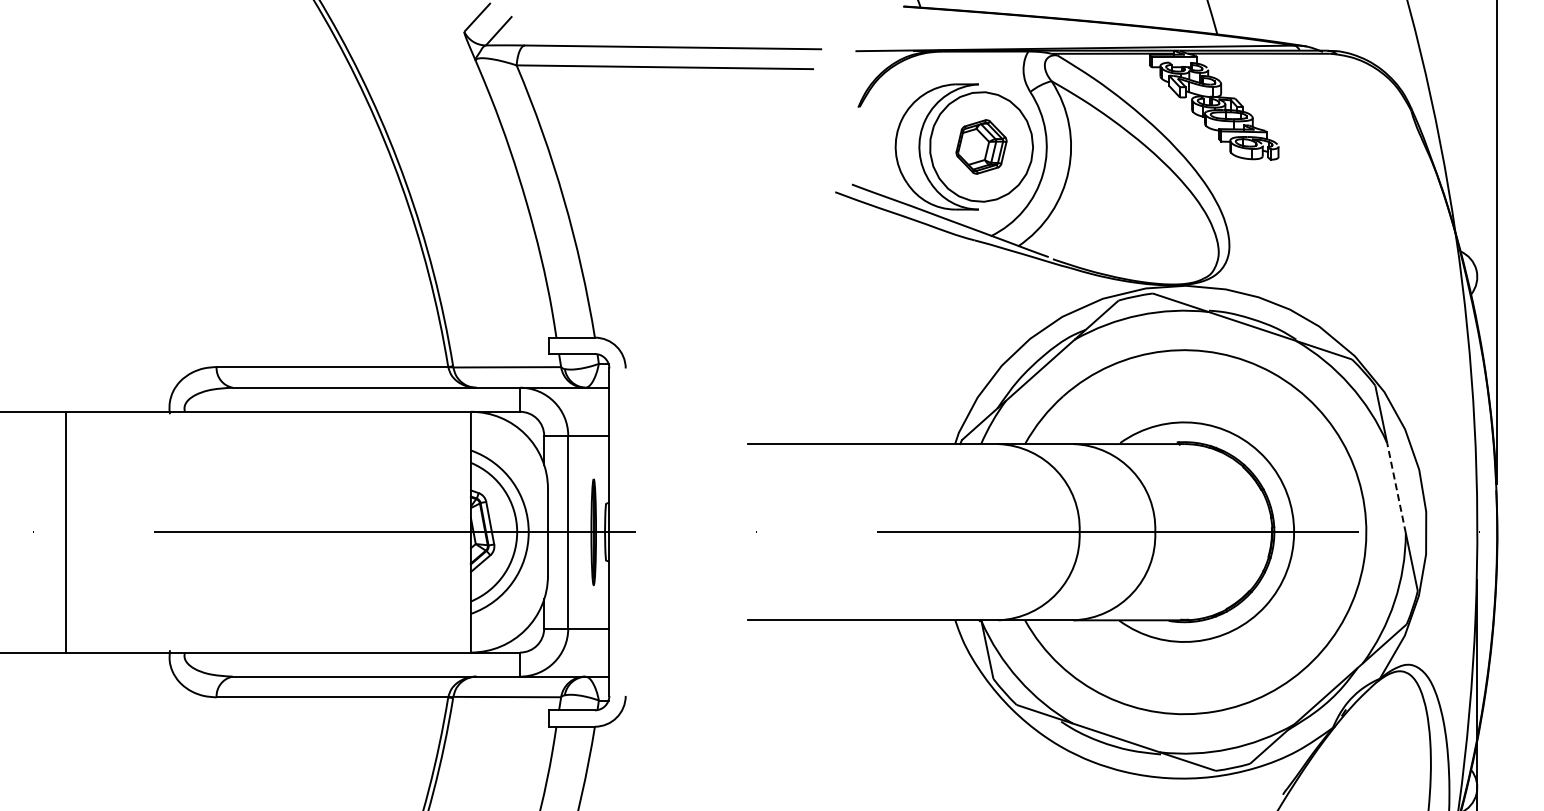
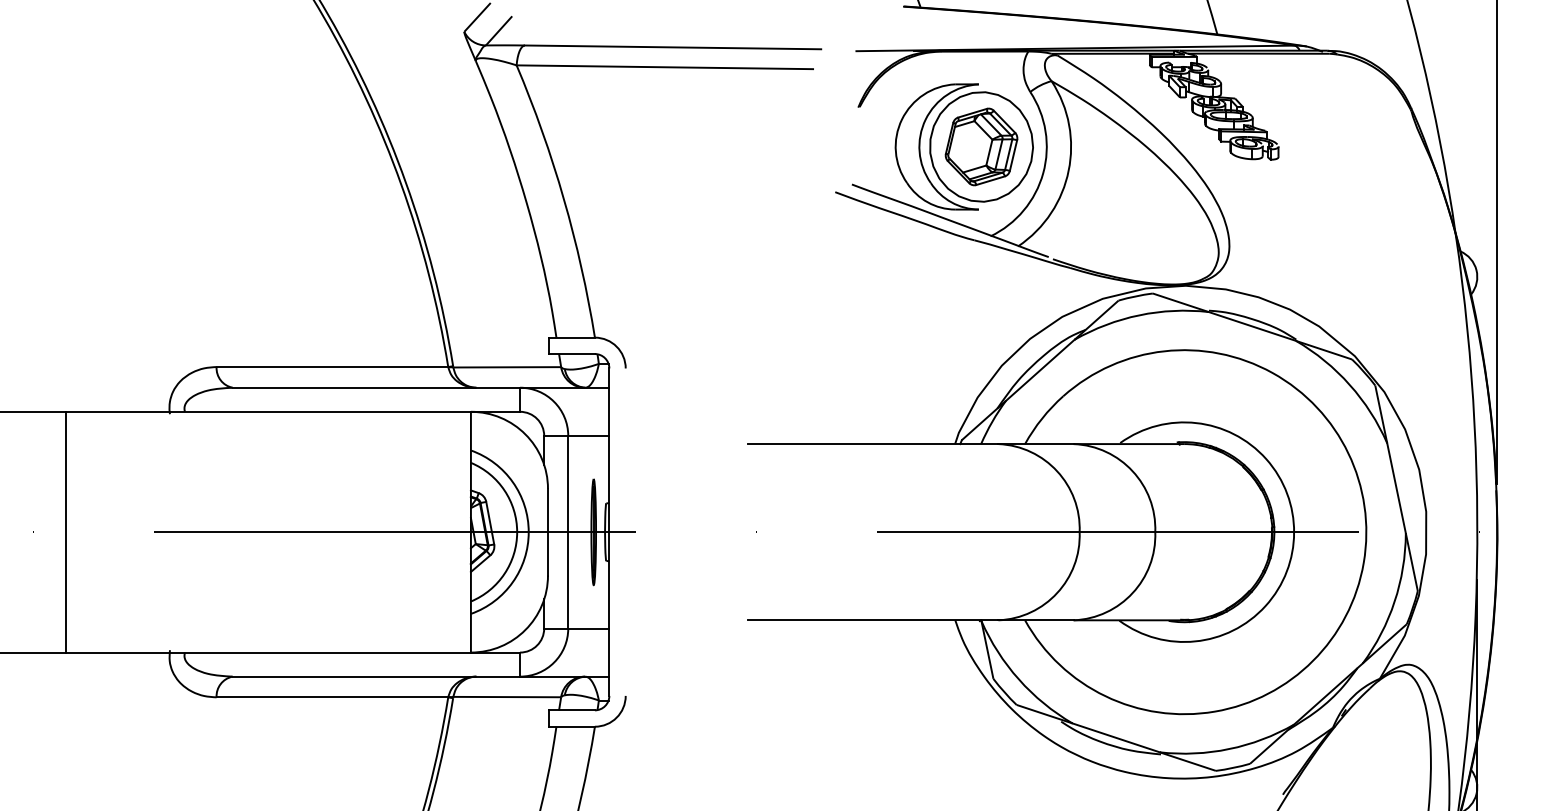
part at (981, 146) size: 53x56 px -> 75x80 px
line at (1396, 488): dashed -> solid
